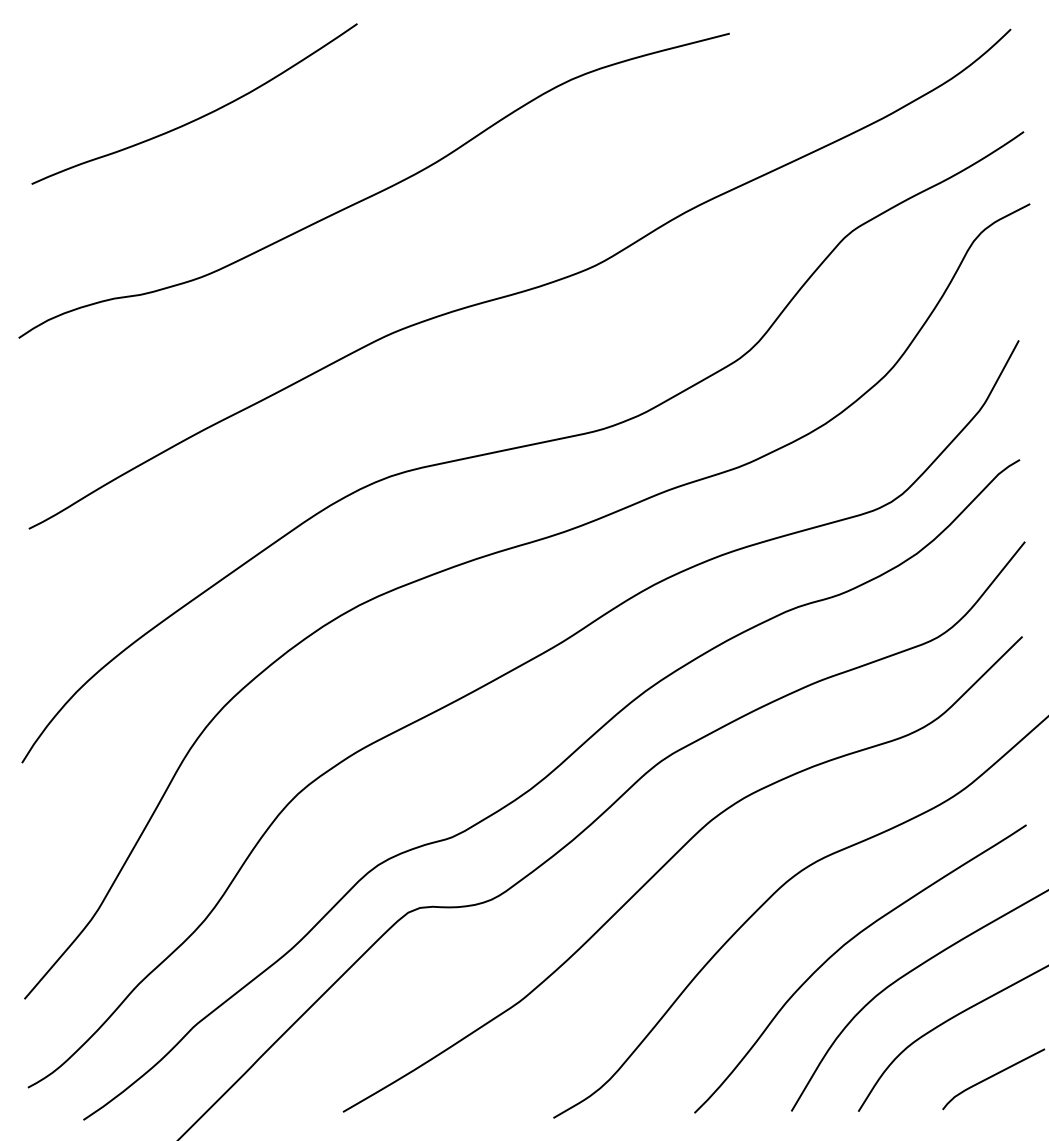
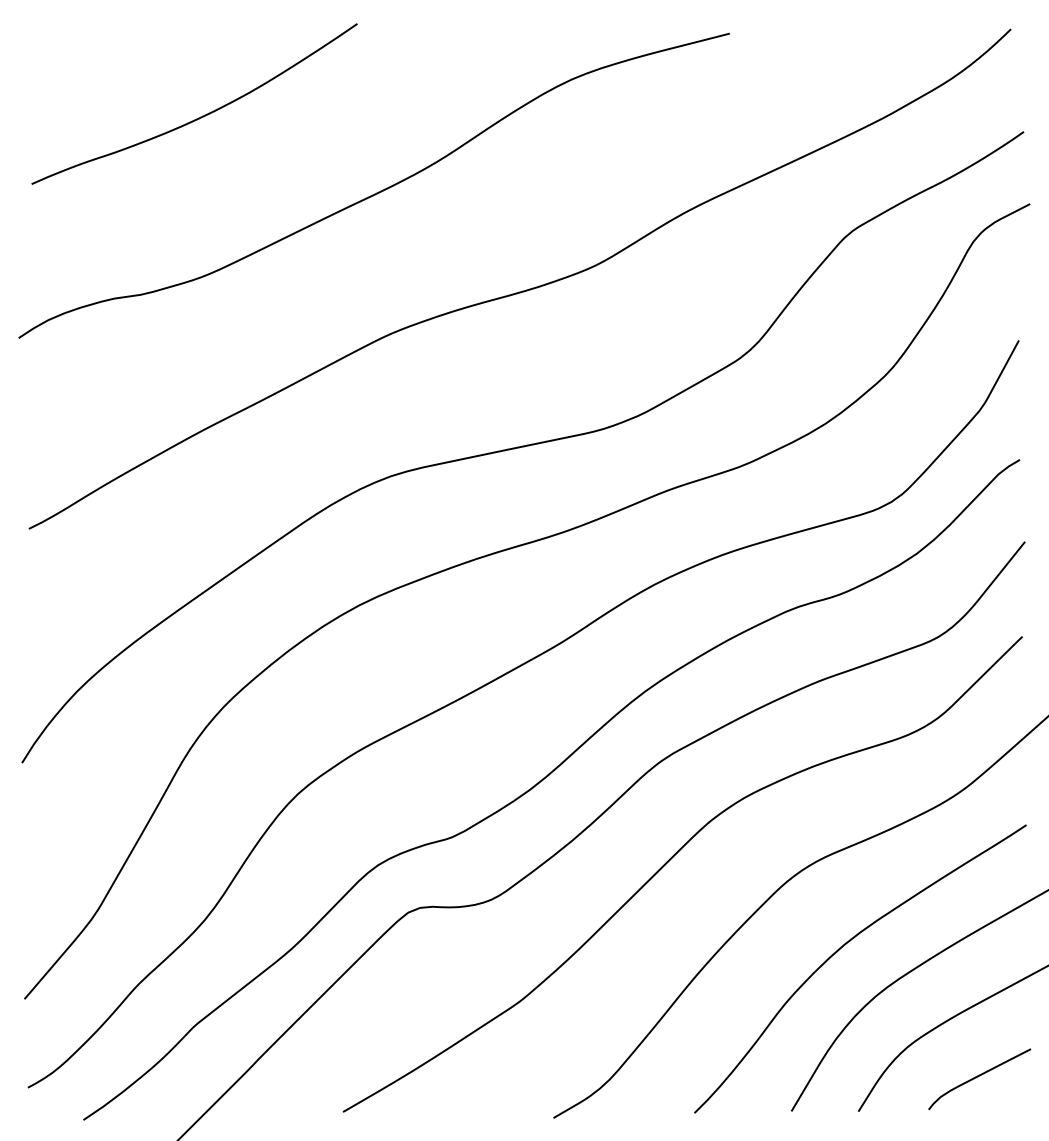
curve at (992, 1077) position: (992, 1077) -> (978, 1077)
